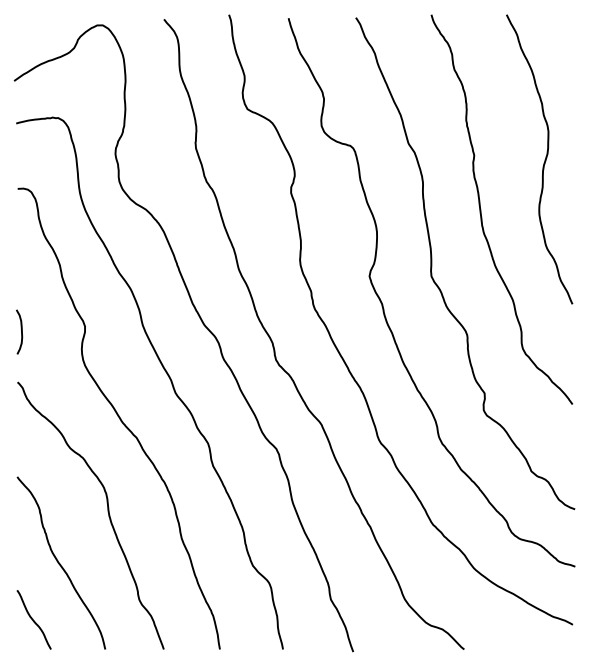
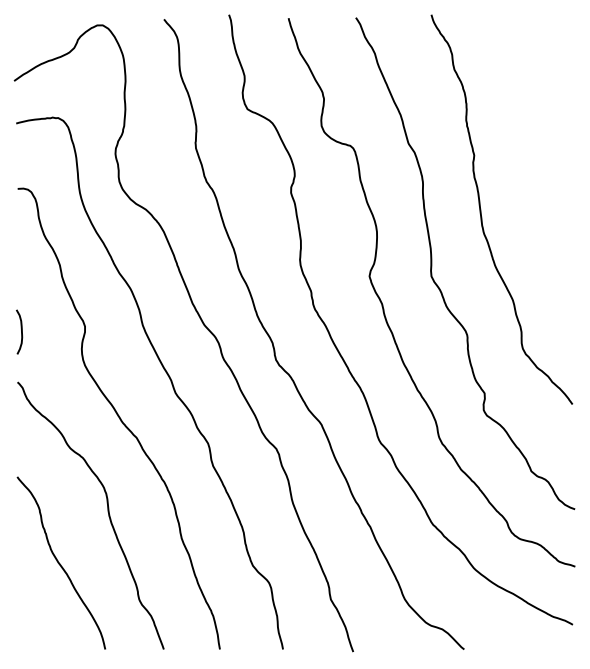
curve at (544, 159): present -> none
curve at (33, 619): present -> none
